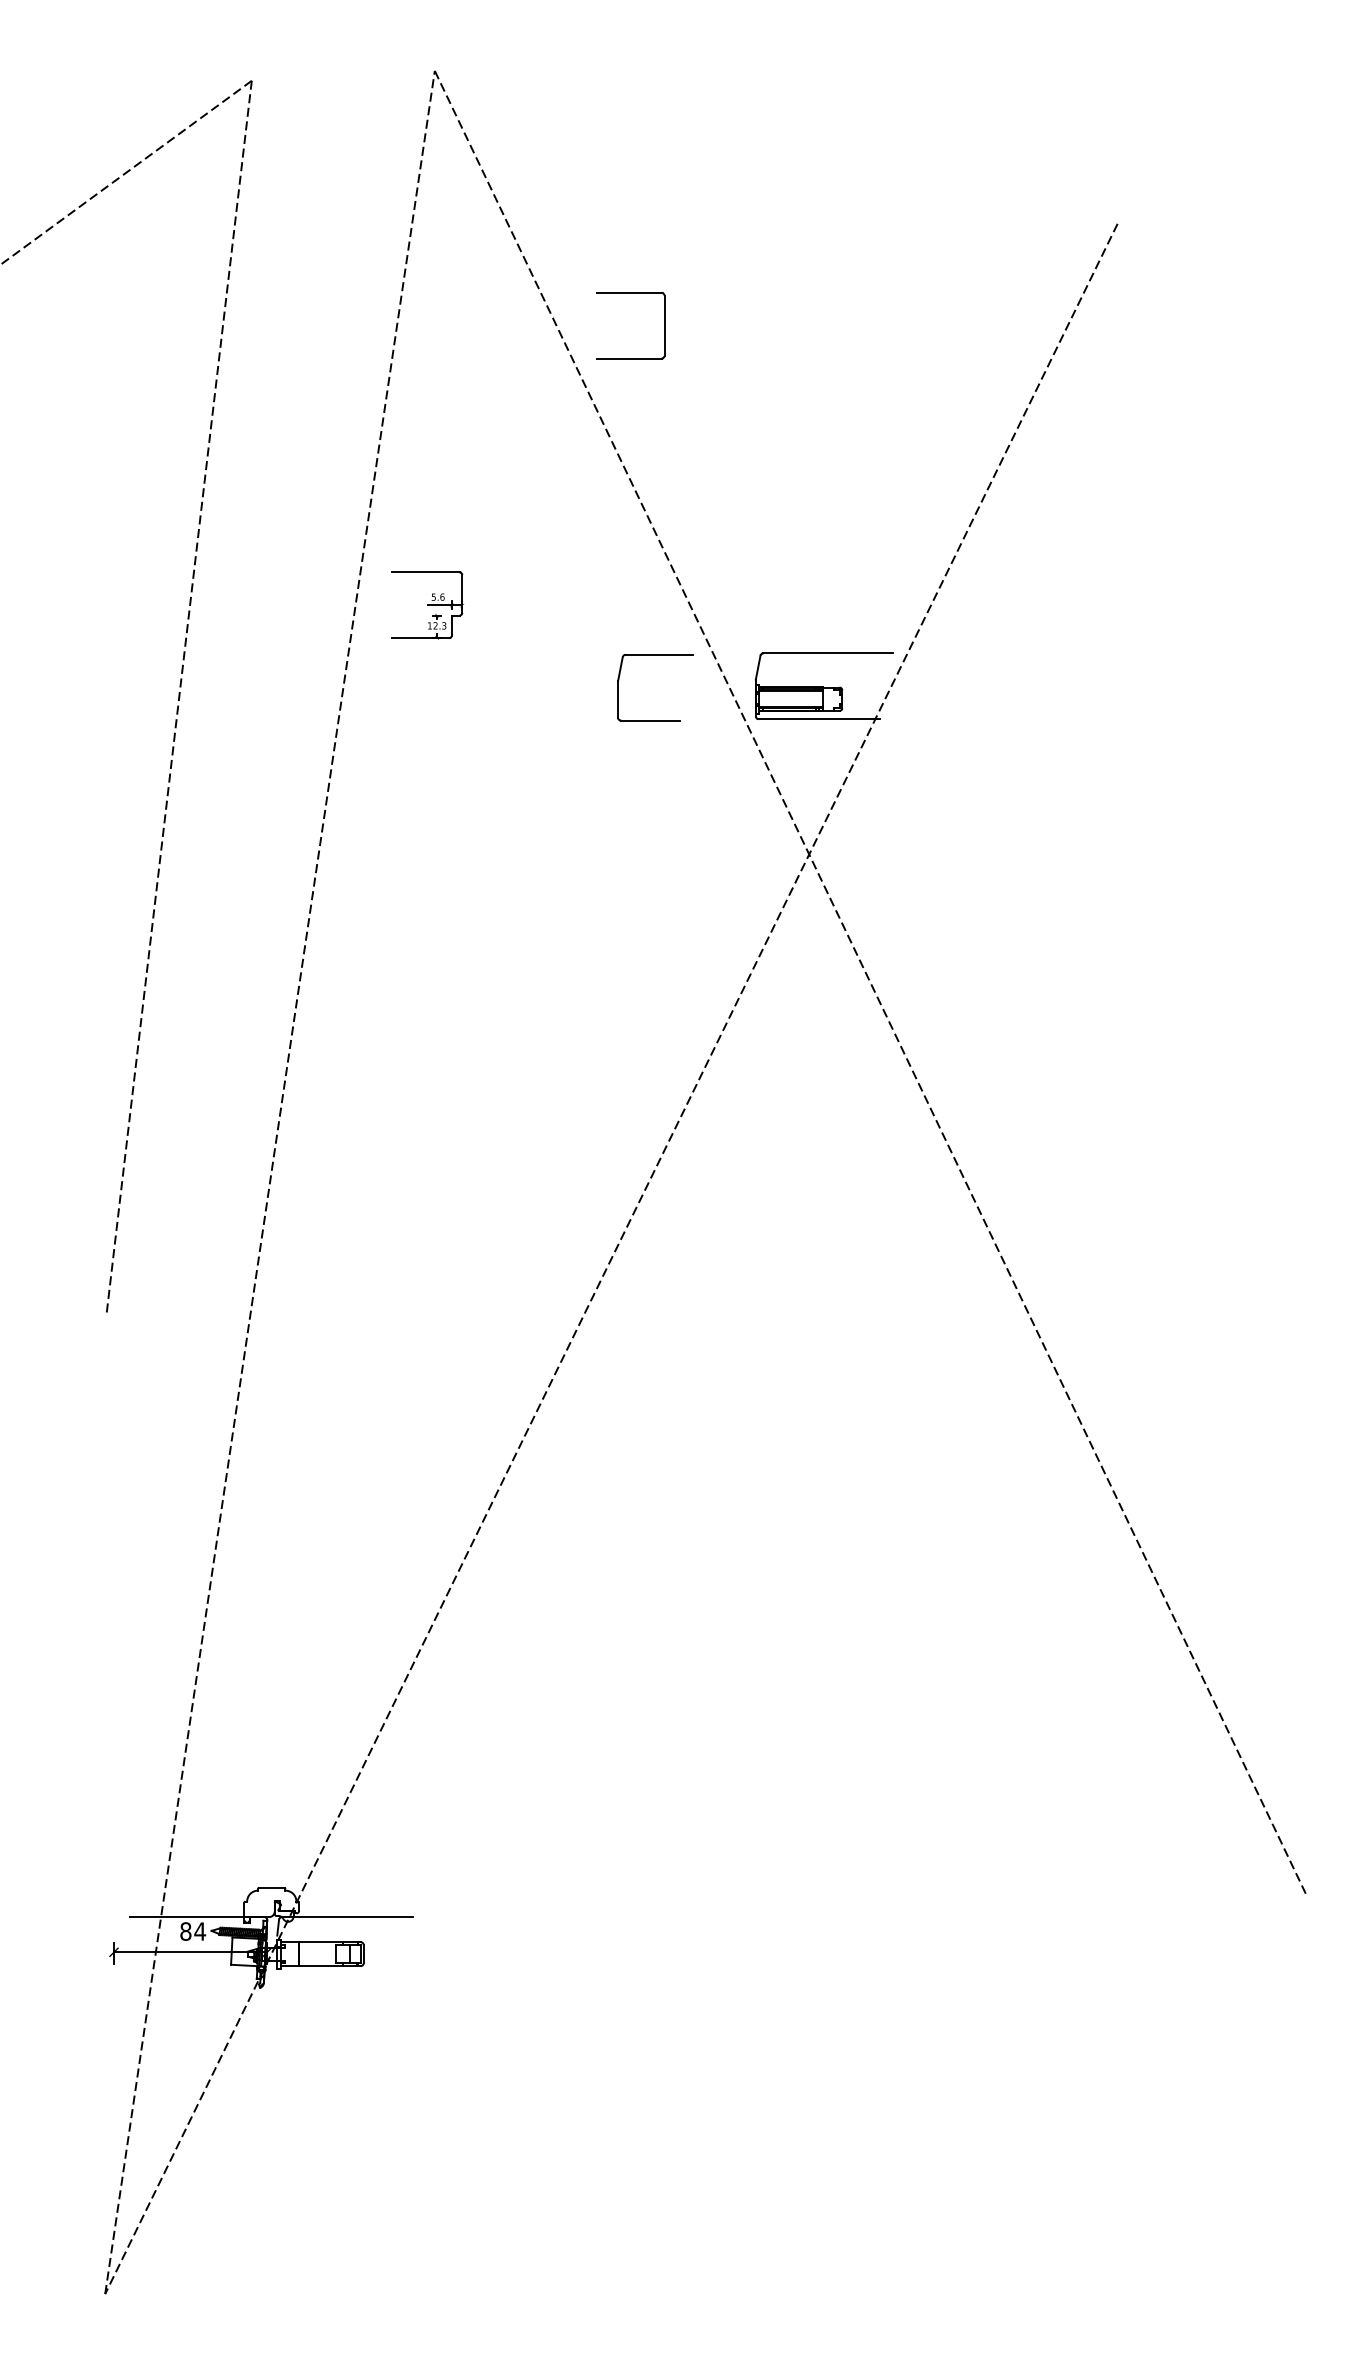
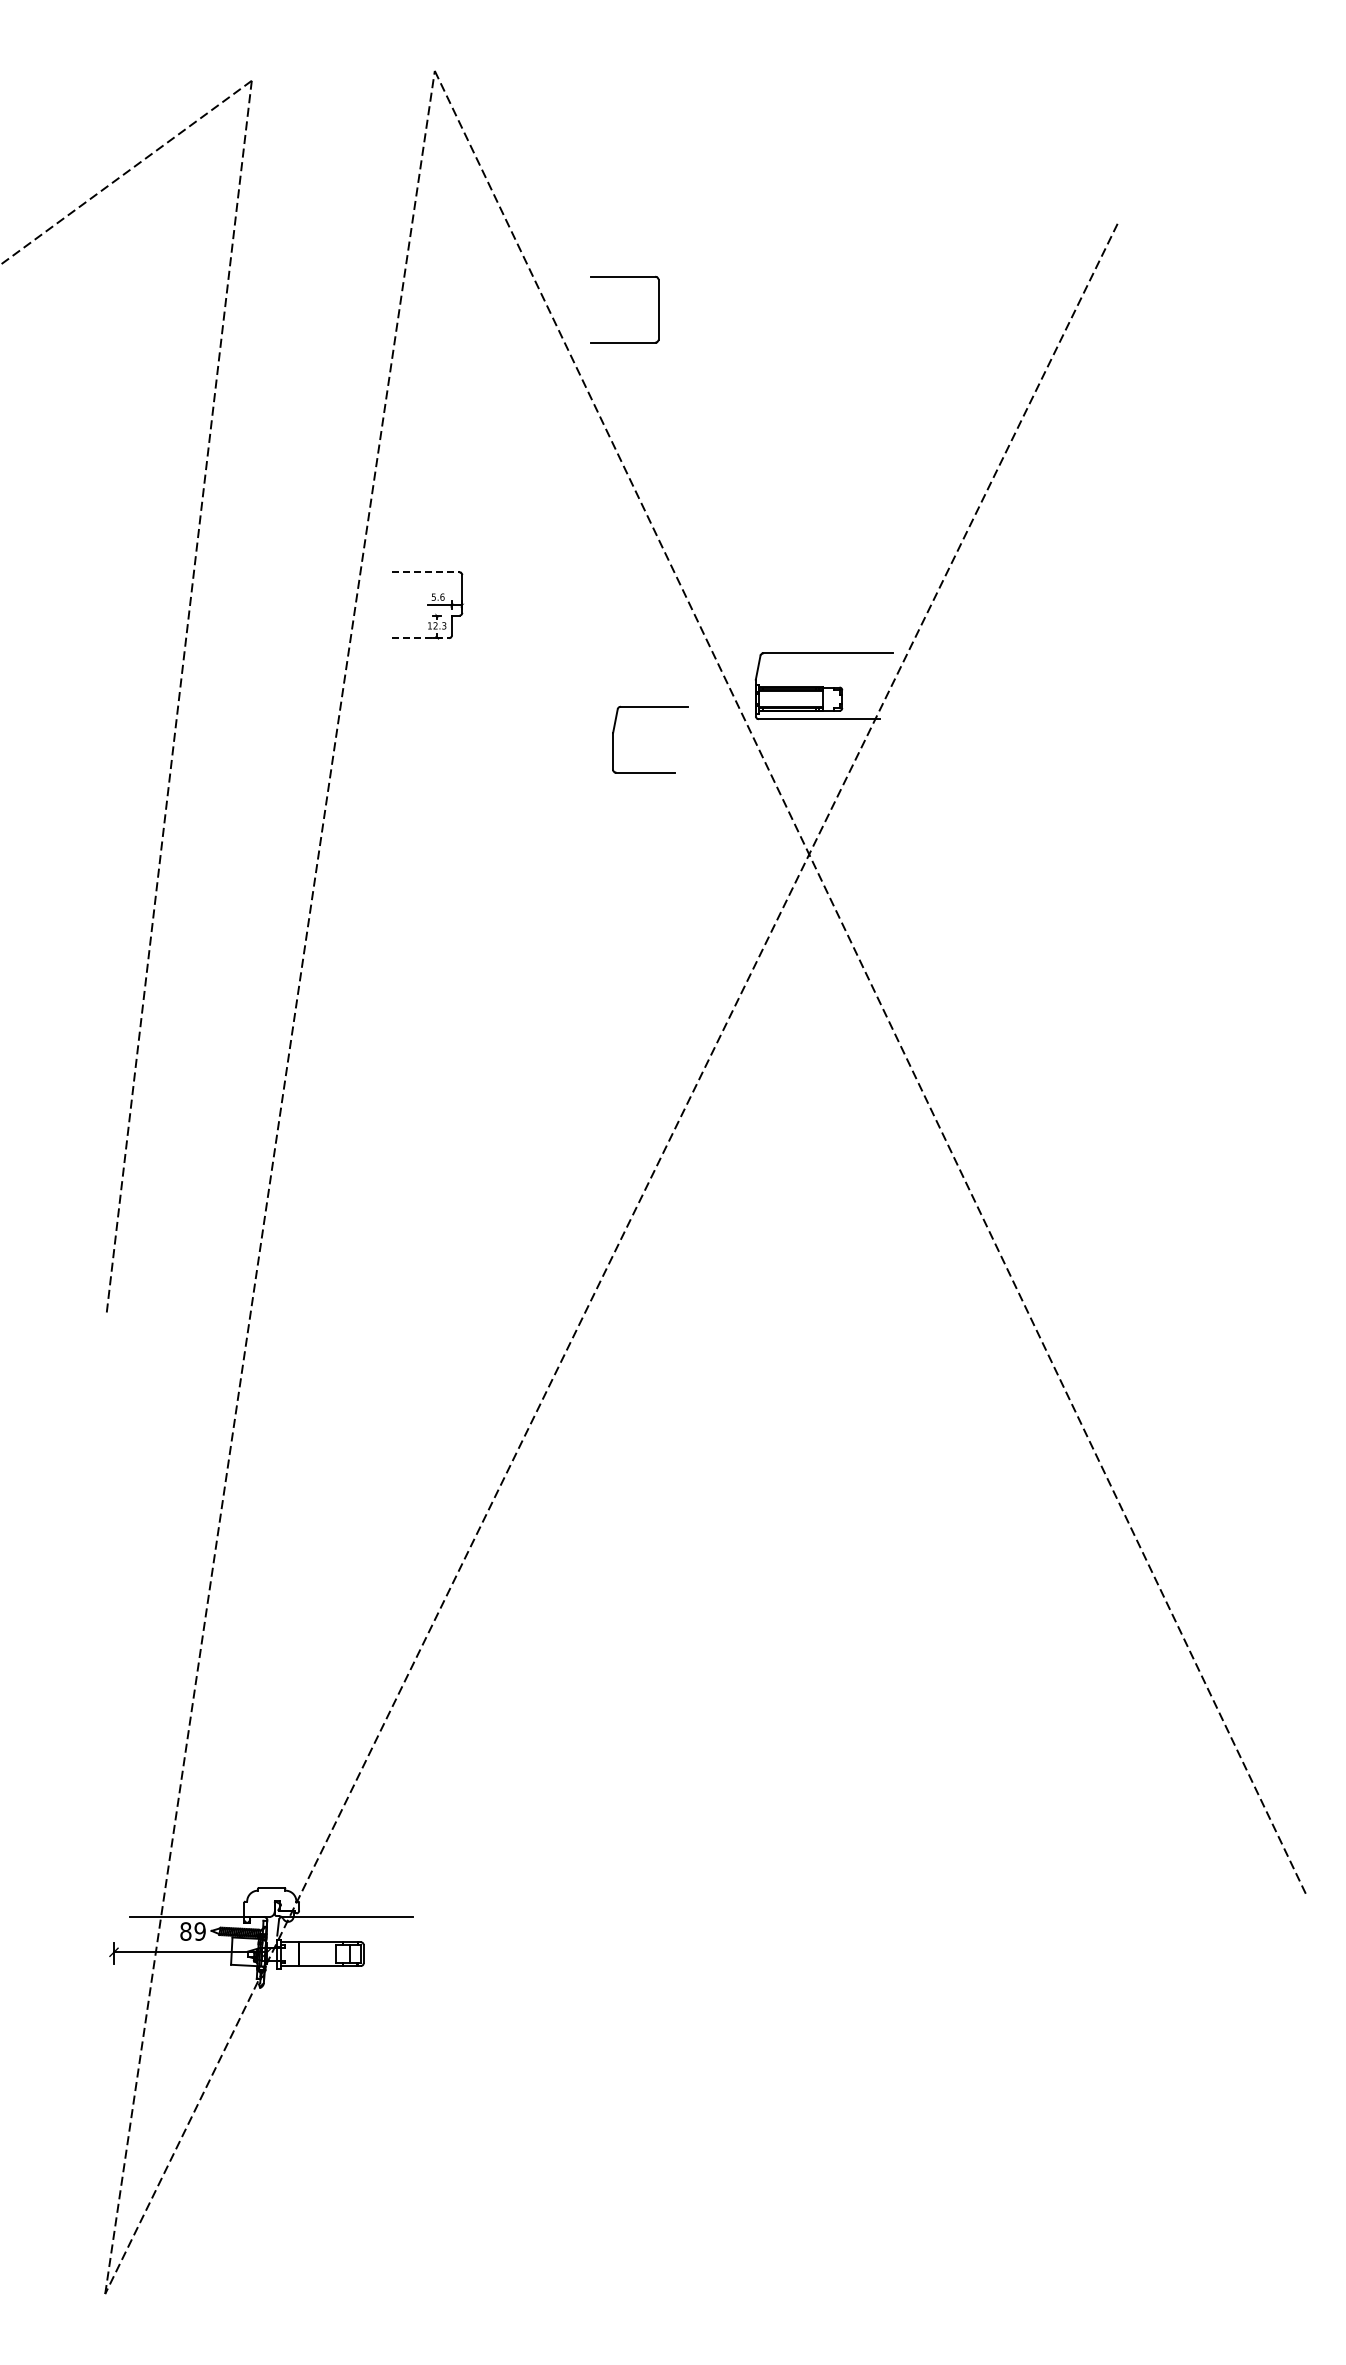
part at (630, 293) position: (630, 293) -> (624, 277)
line at (426, 572): solid -> dashed
line at (420, 638): solid -> dashed
part at (655, 655) position: (655, 655) -> (650, 707)
text at (200, 1931): 84 -> 89
